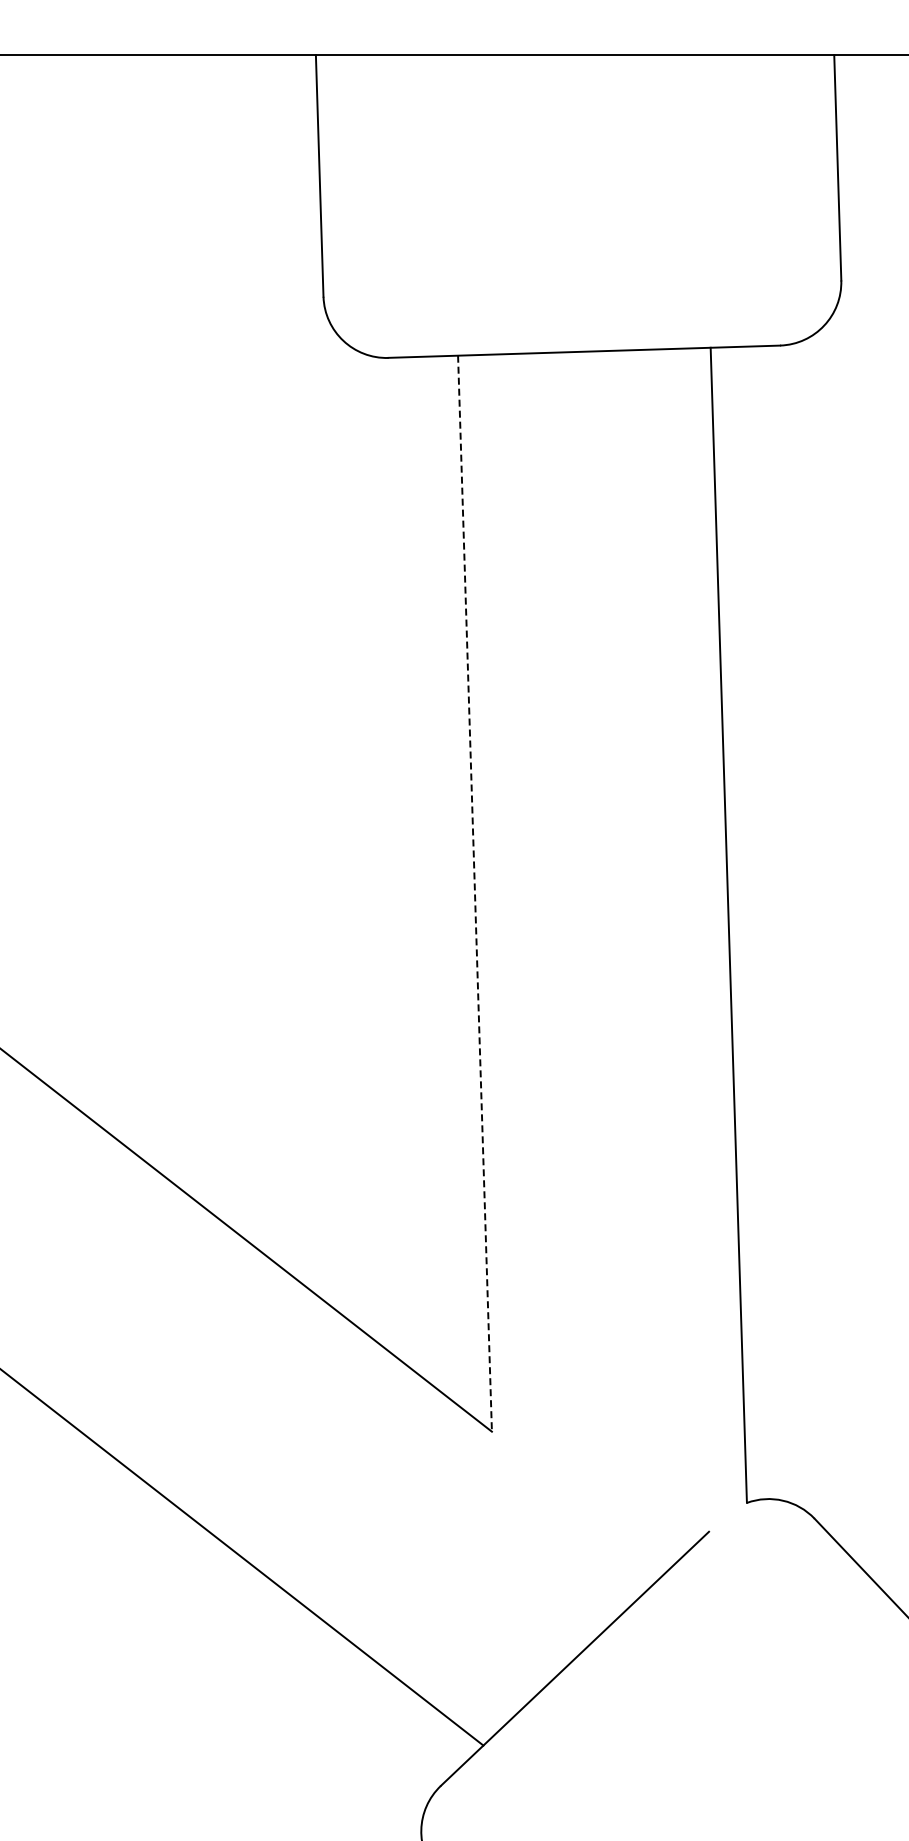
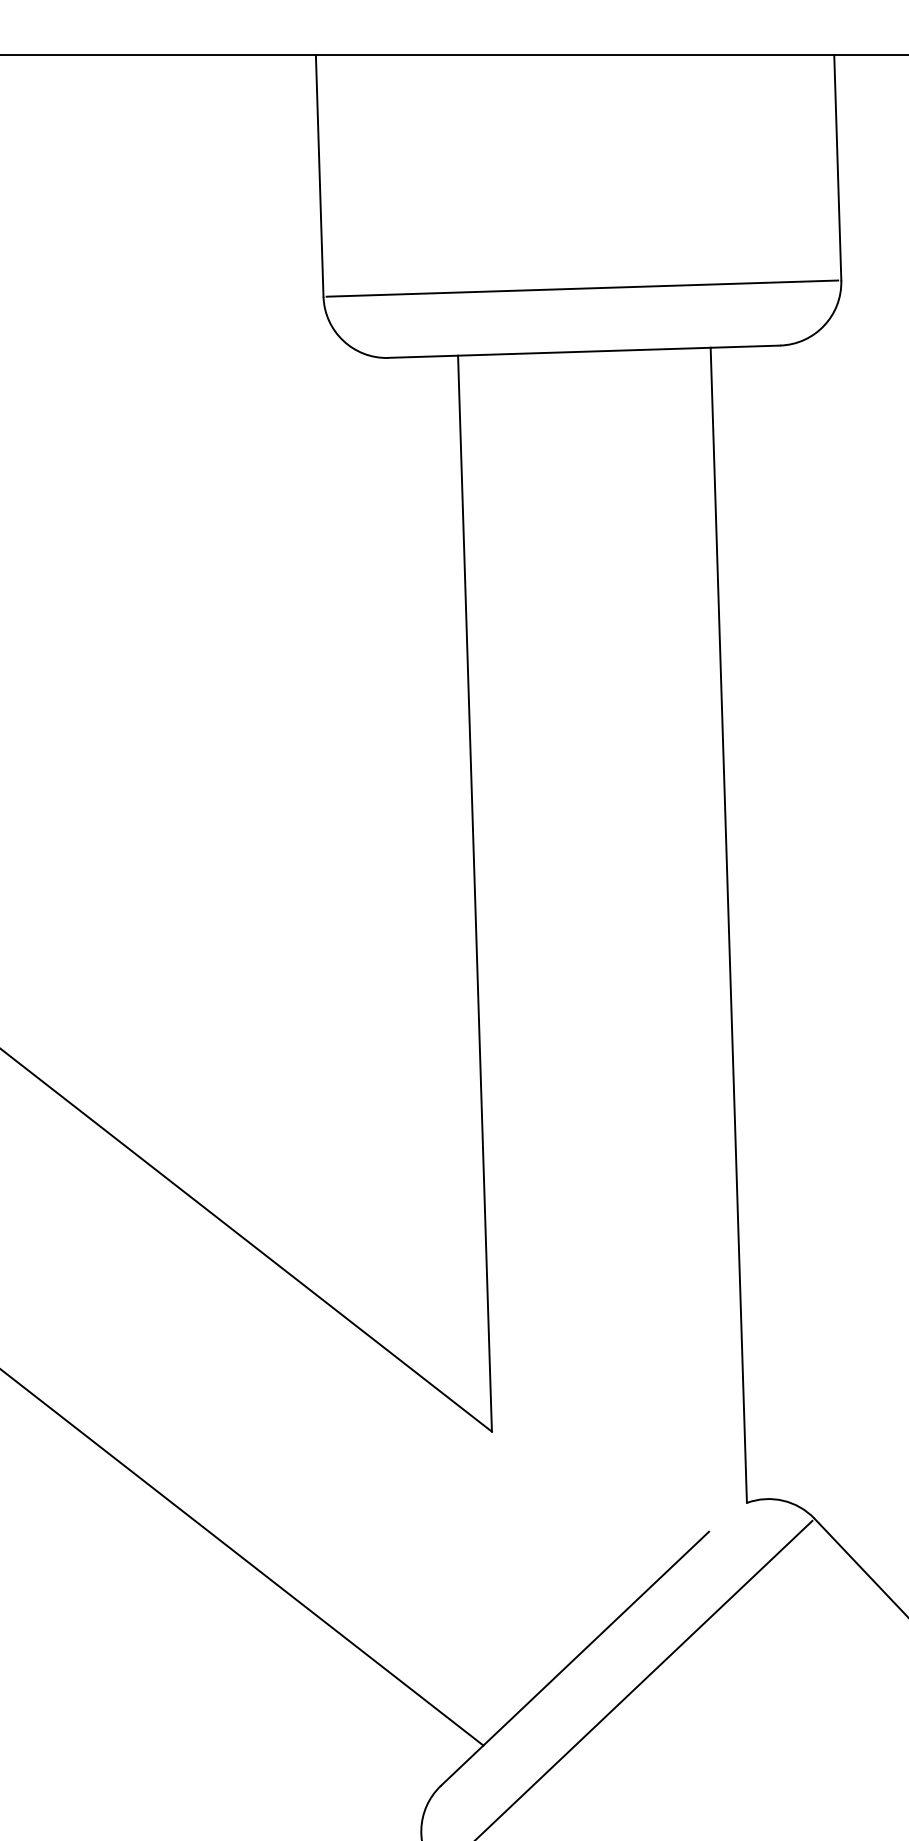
line at (582, 288): none -> present
line at (475, 894): dashed -> solid
line at (645, 1678): none -> present
